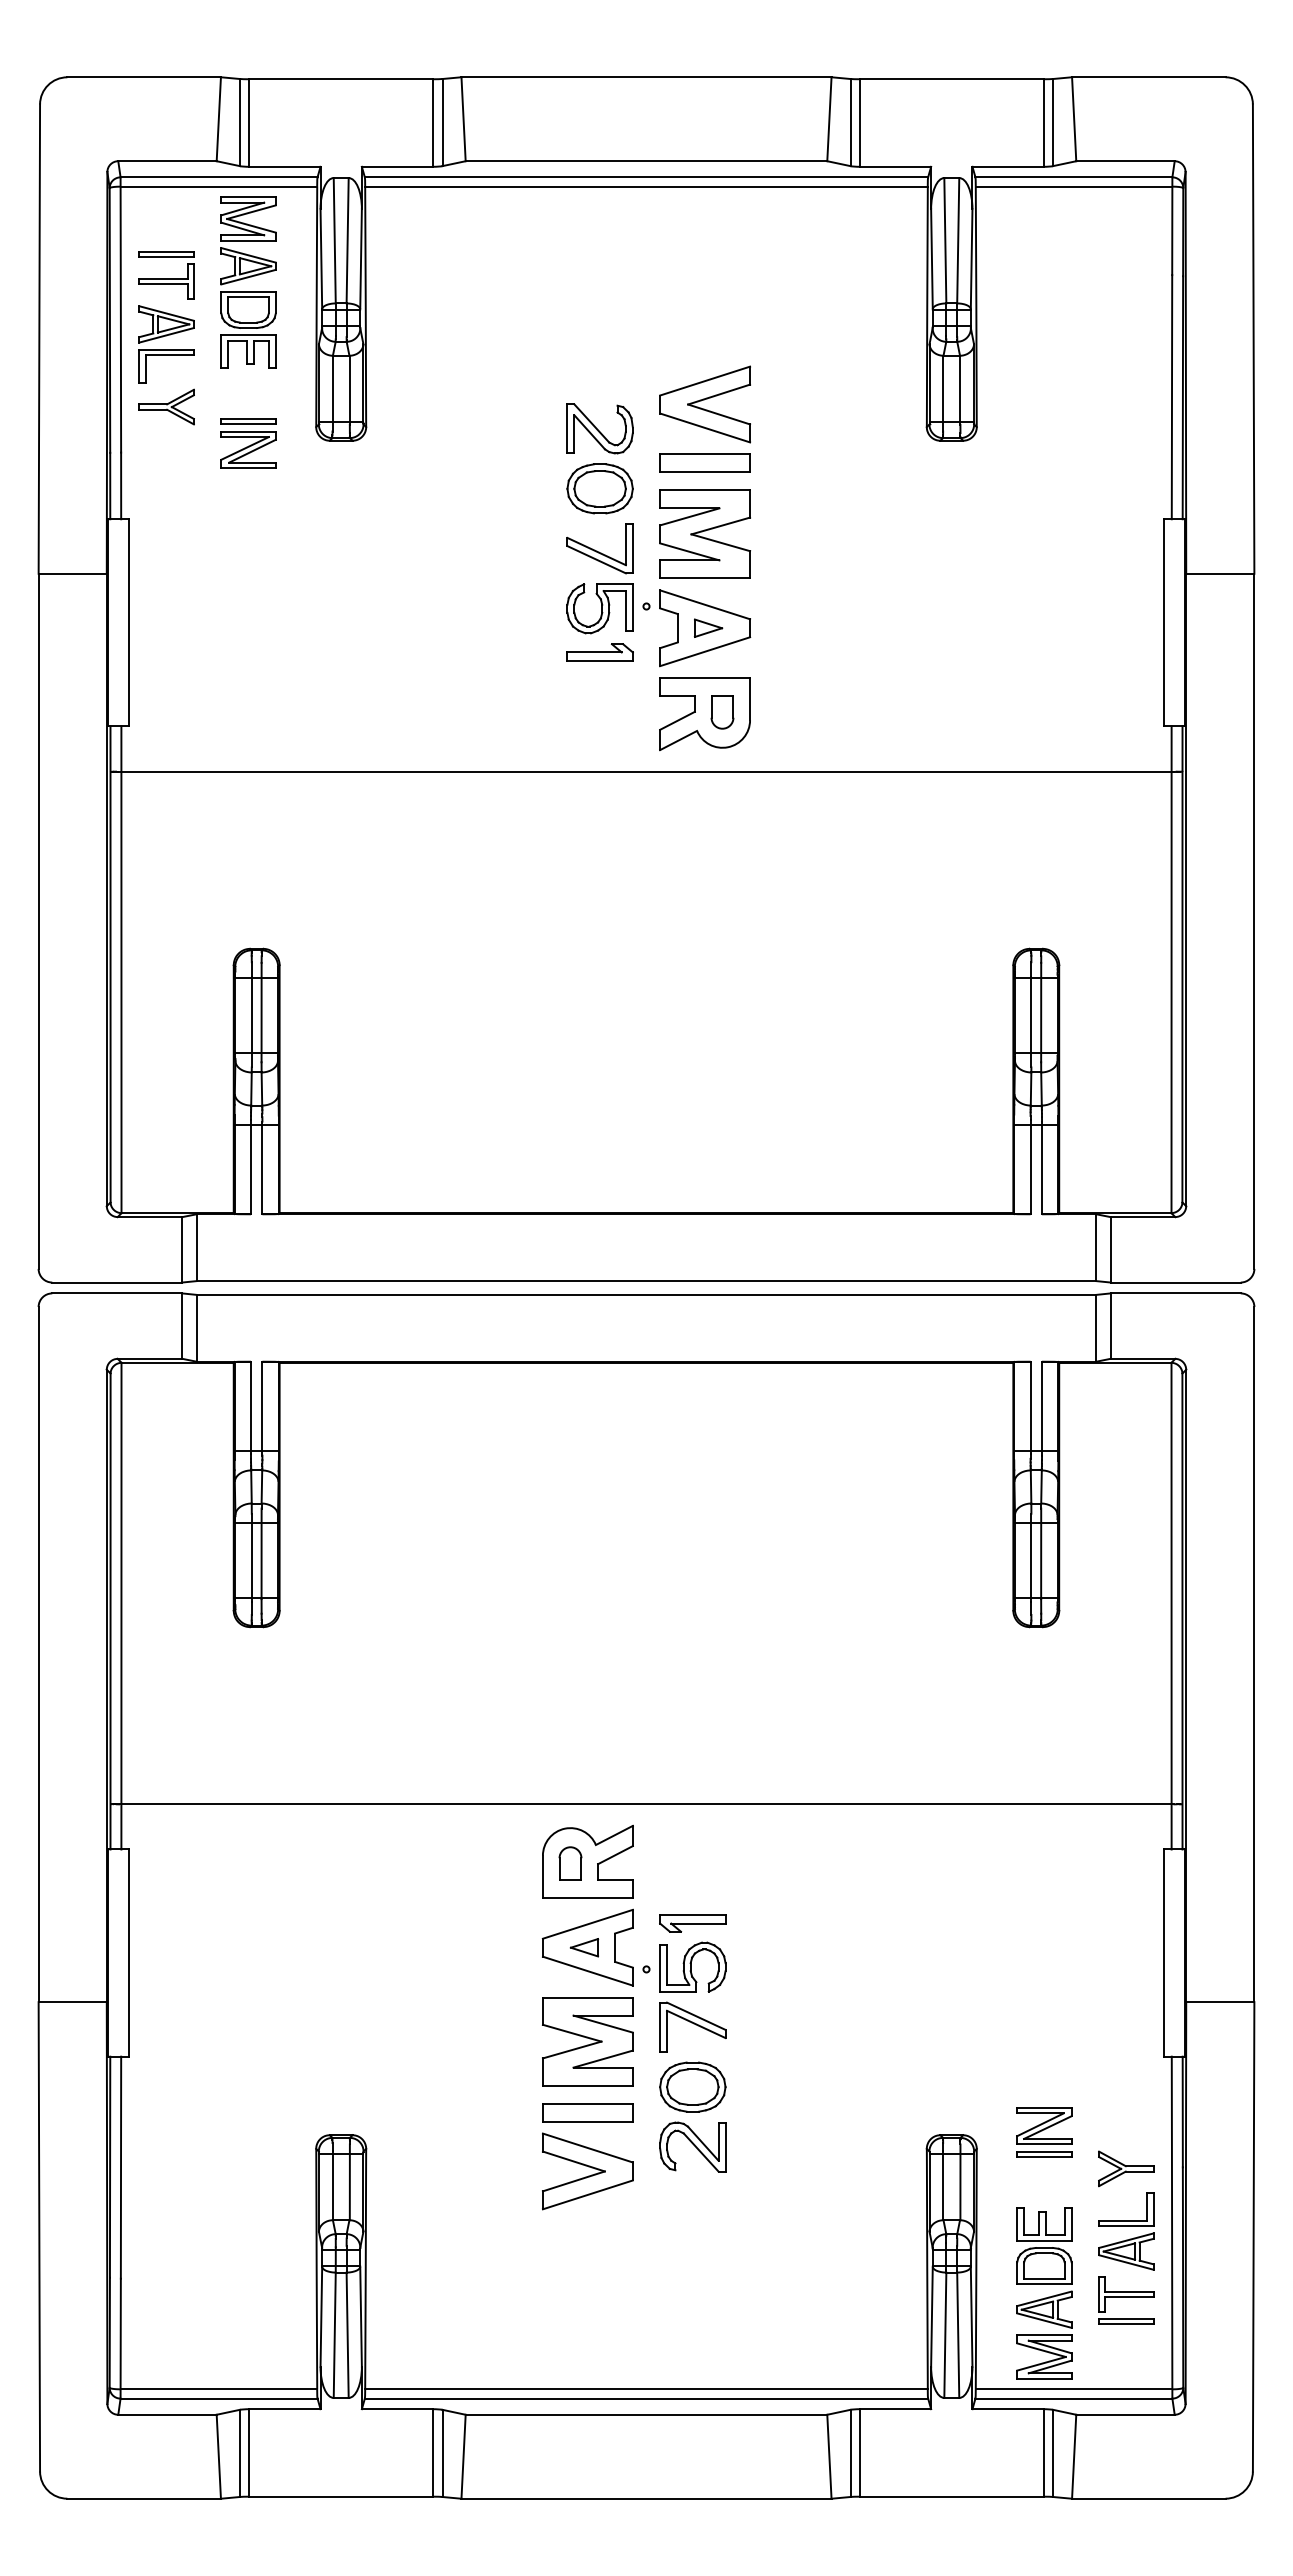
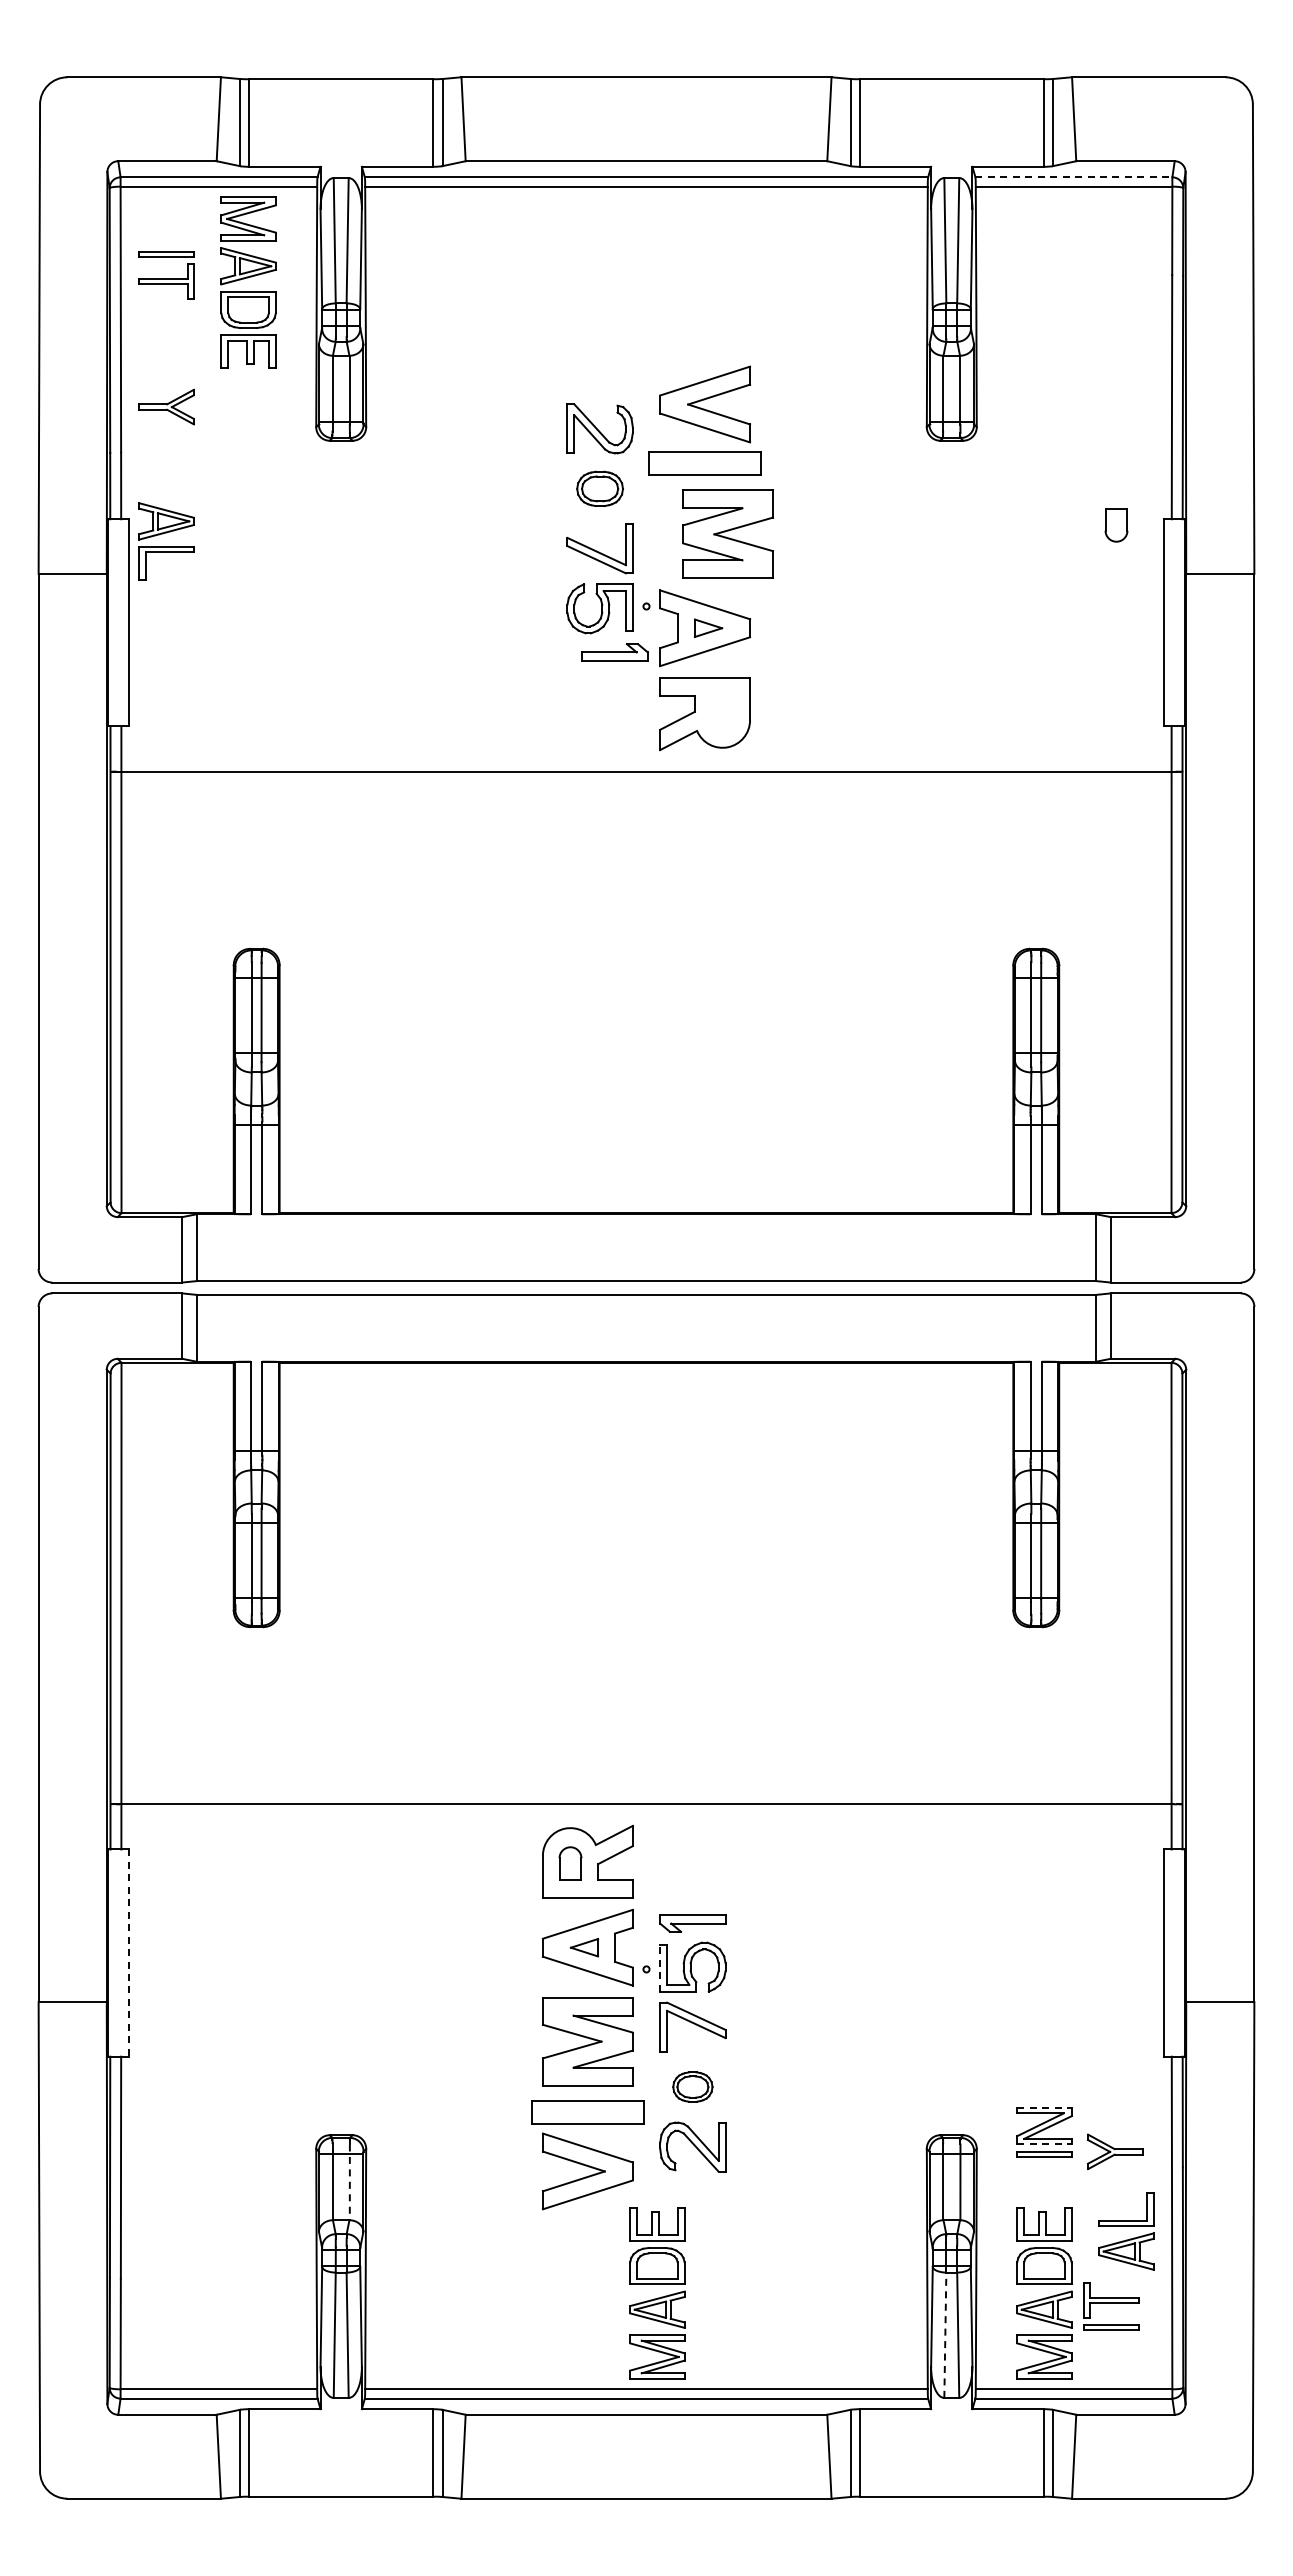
line at (1074, 177): solid -> dashed
part at (166, 344) position: (166, 344) -> (166, 541)
part at (248, 443): present -> none
part at (704, 462) size: 92x20 px -> 114x25 px
part at (599, 488) size: 68x52 px -> 48x37 px
part at (704, 533) position: (704, 533) -> (727, 533)
part at (599, 652) position: (599, 652) -> (614, 652)
part at (722, 712) position: (722, 712) -> (1116, 525)
line at (128, 1953): solid -> dashed
line at (660, 1968): solid -> dashed
part at (692, 2086) size: 68x52 px -> 42x32 px
line at (1044, 2108): solid -> dashed
part at (587, 2112) size: 92x20 px -> 114x25 px
line at (1044, 2144): solid -> dashed
part at (1126, 2168) position: (1126, 2168) -> (1115, 2151)
line at (349, 2182): solid -> dashed
part at (657, 2293): none -> present
part at (1126, 2300) position: (1126, 2300) -> (1111, 2306)
line at (945, 2335): solid -> dashed
